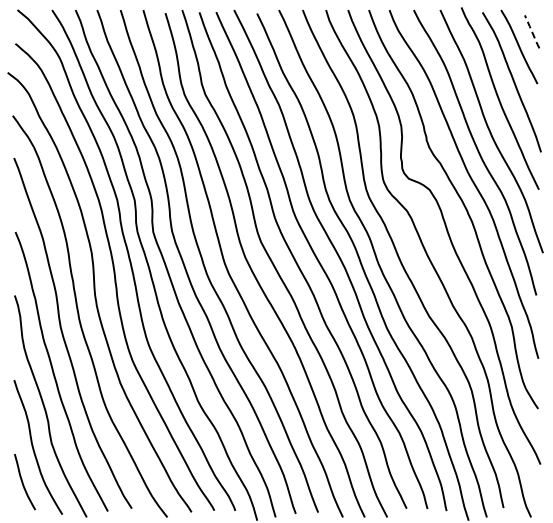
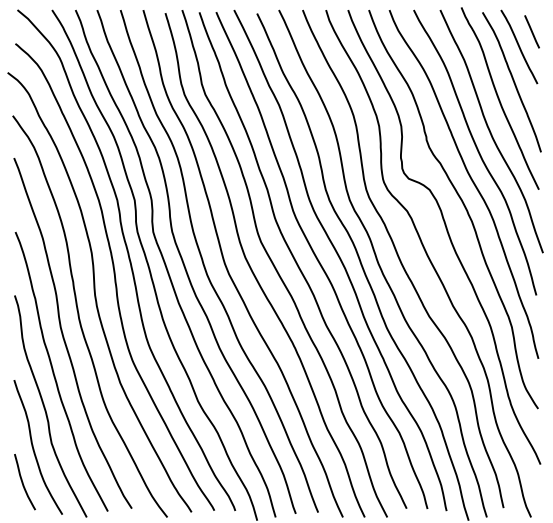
line at (532, 31): dashed -> solid
